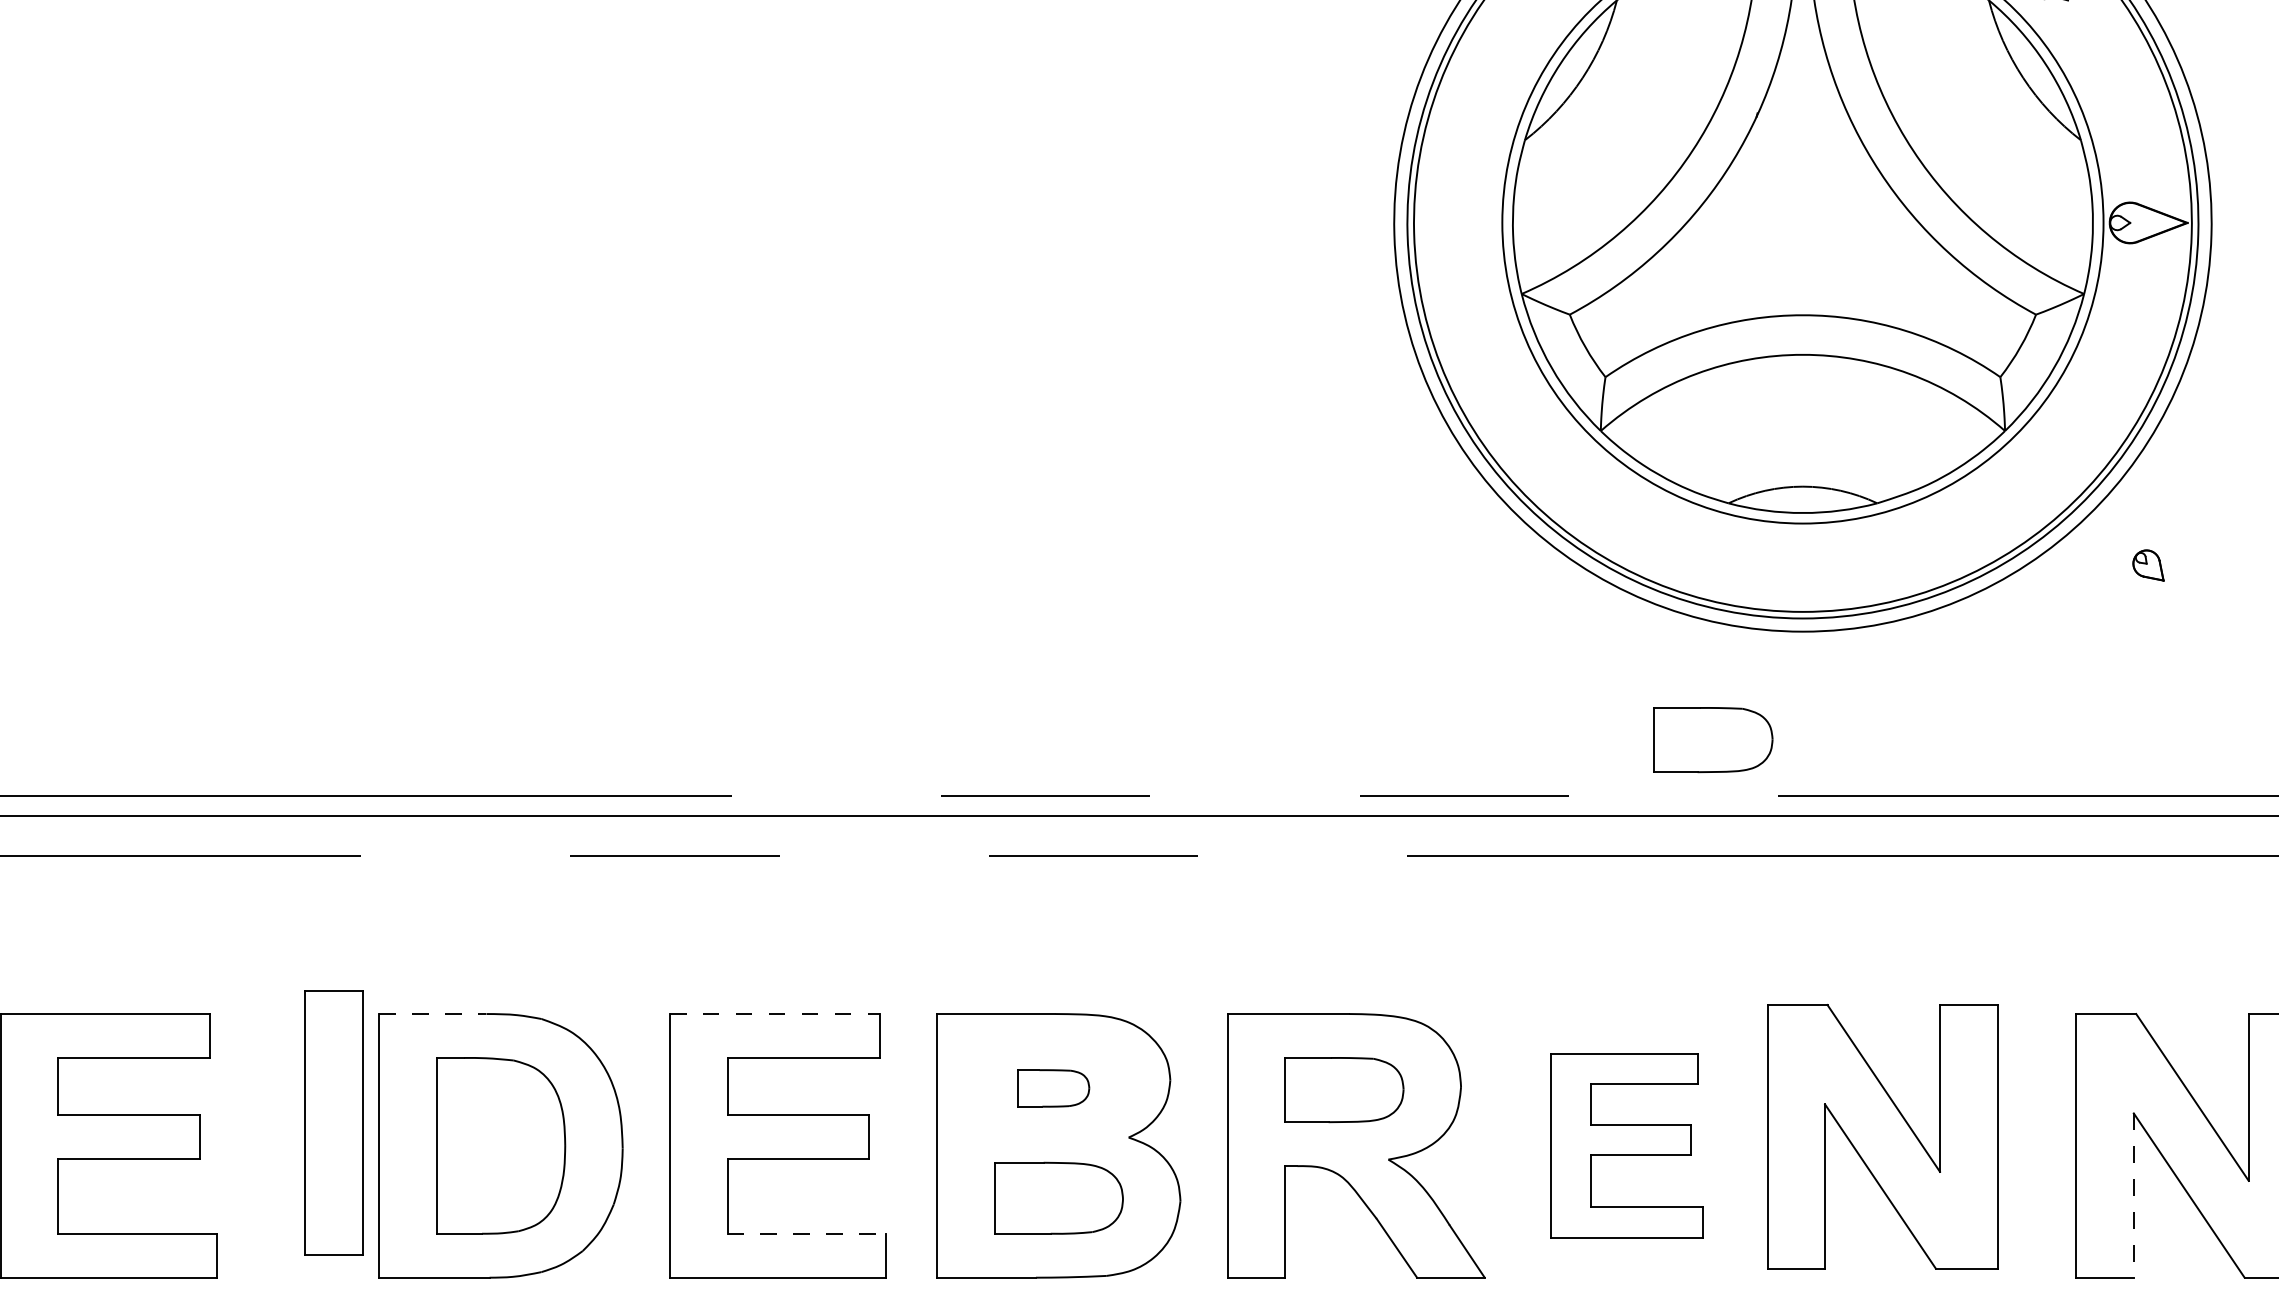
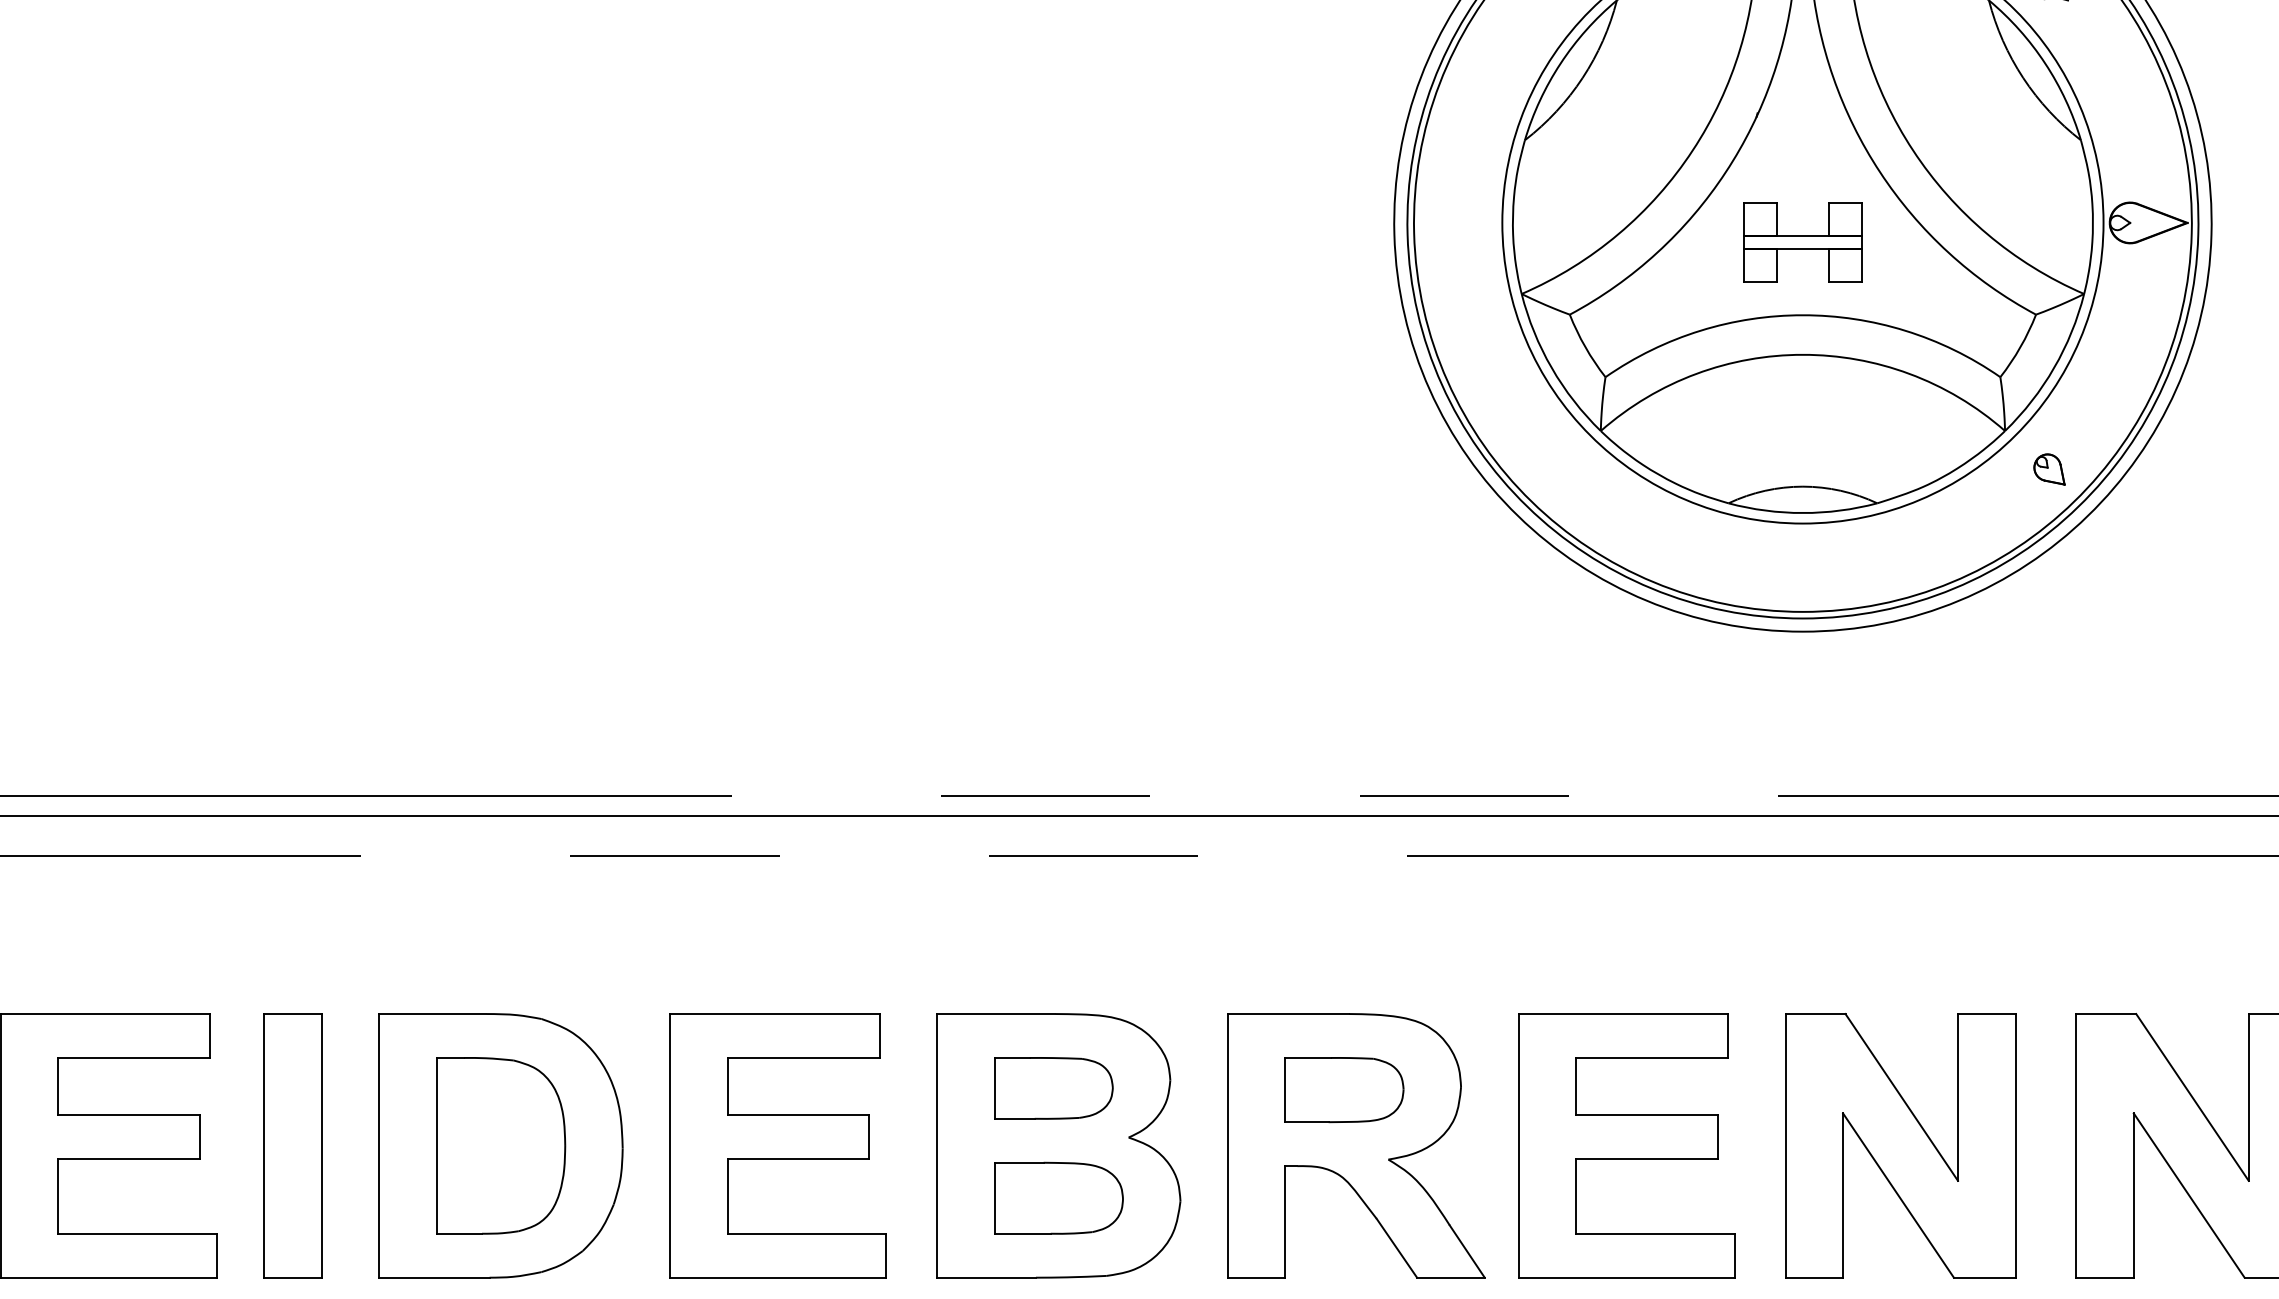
part at (1802, 242): none -> present
part at (2148, 565) position: (2148, 565) -> (2049, 469)
part at (1713, 740): present -> none
line at (432, 1014): dashed -> solid
line at (774, 1014): dashed -> solid
part at (1053, 1088) size: 74x39 px -> 120x63 px
part at (333, 1122) position: (333, 1122) -> (292, 1145)
part at (1882, 1136) position: (1882, 1136) -> (1900, 1145)
part at (1626, 1145) size: 154x186 px -> 218x266 px
line at (2133, 1196): dashed -> solid
line at (807, 1233): dashed -> solid
